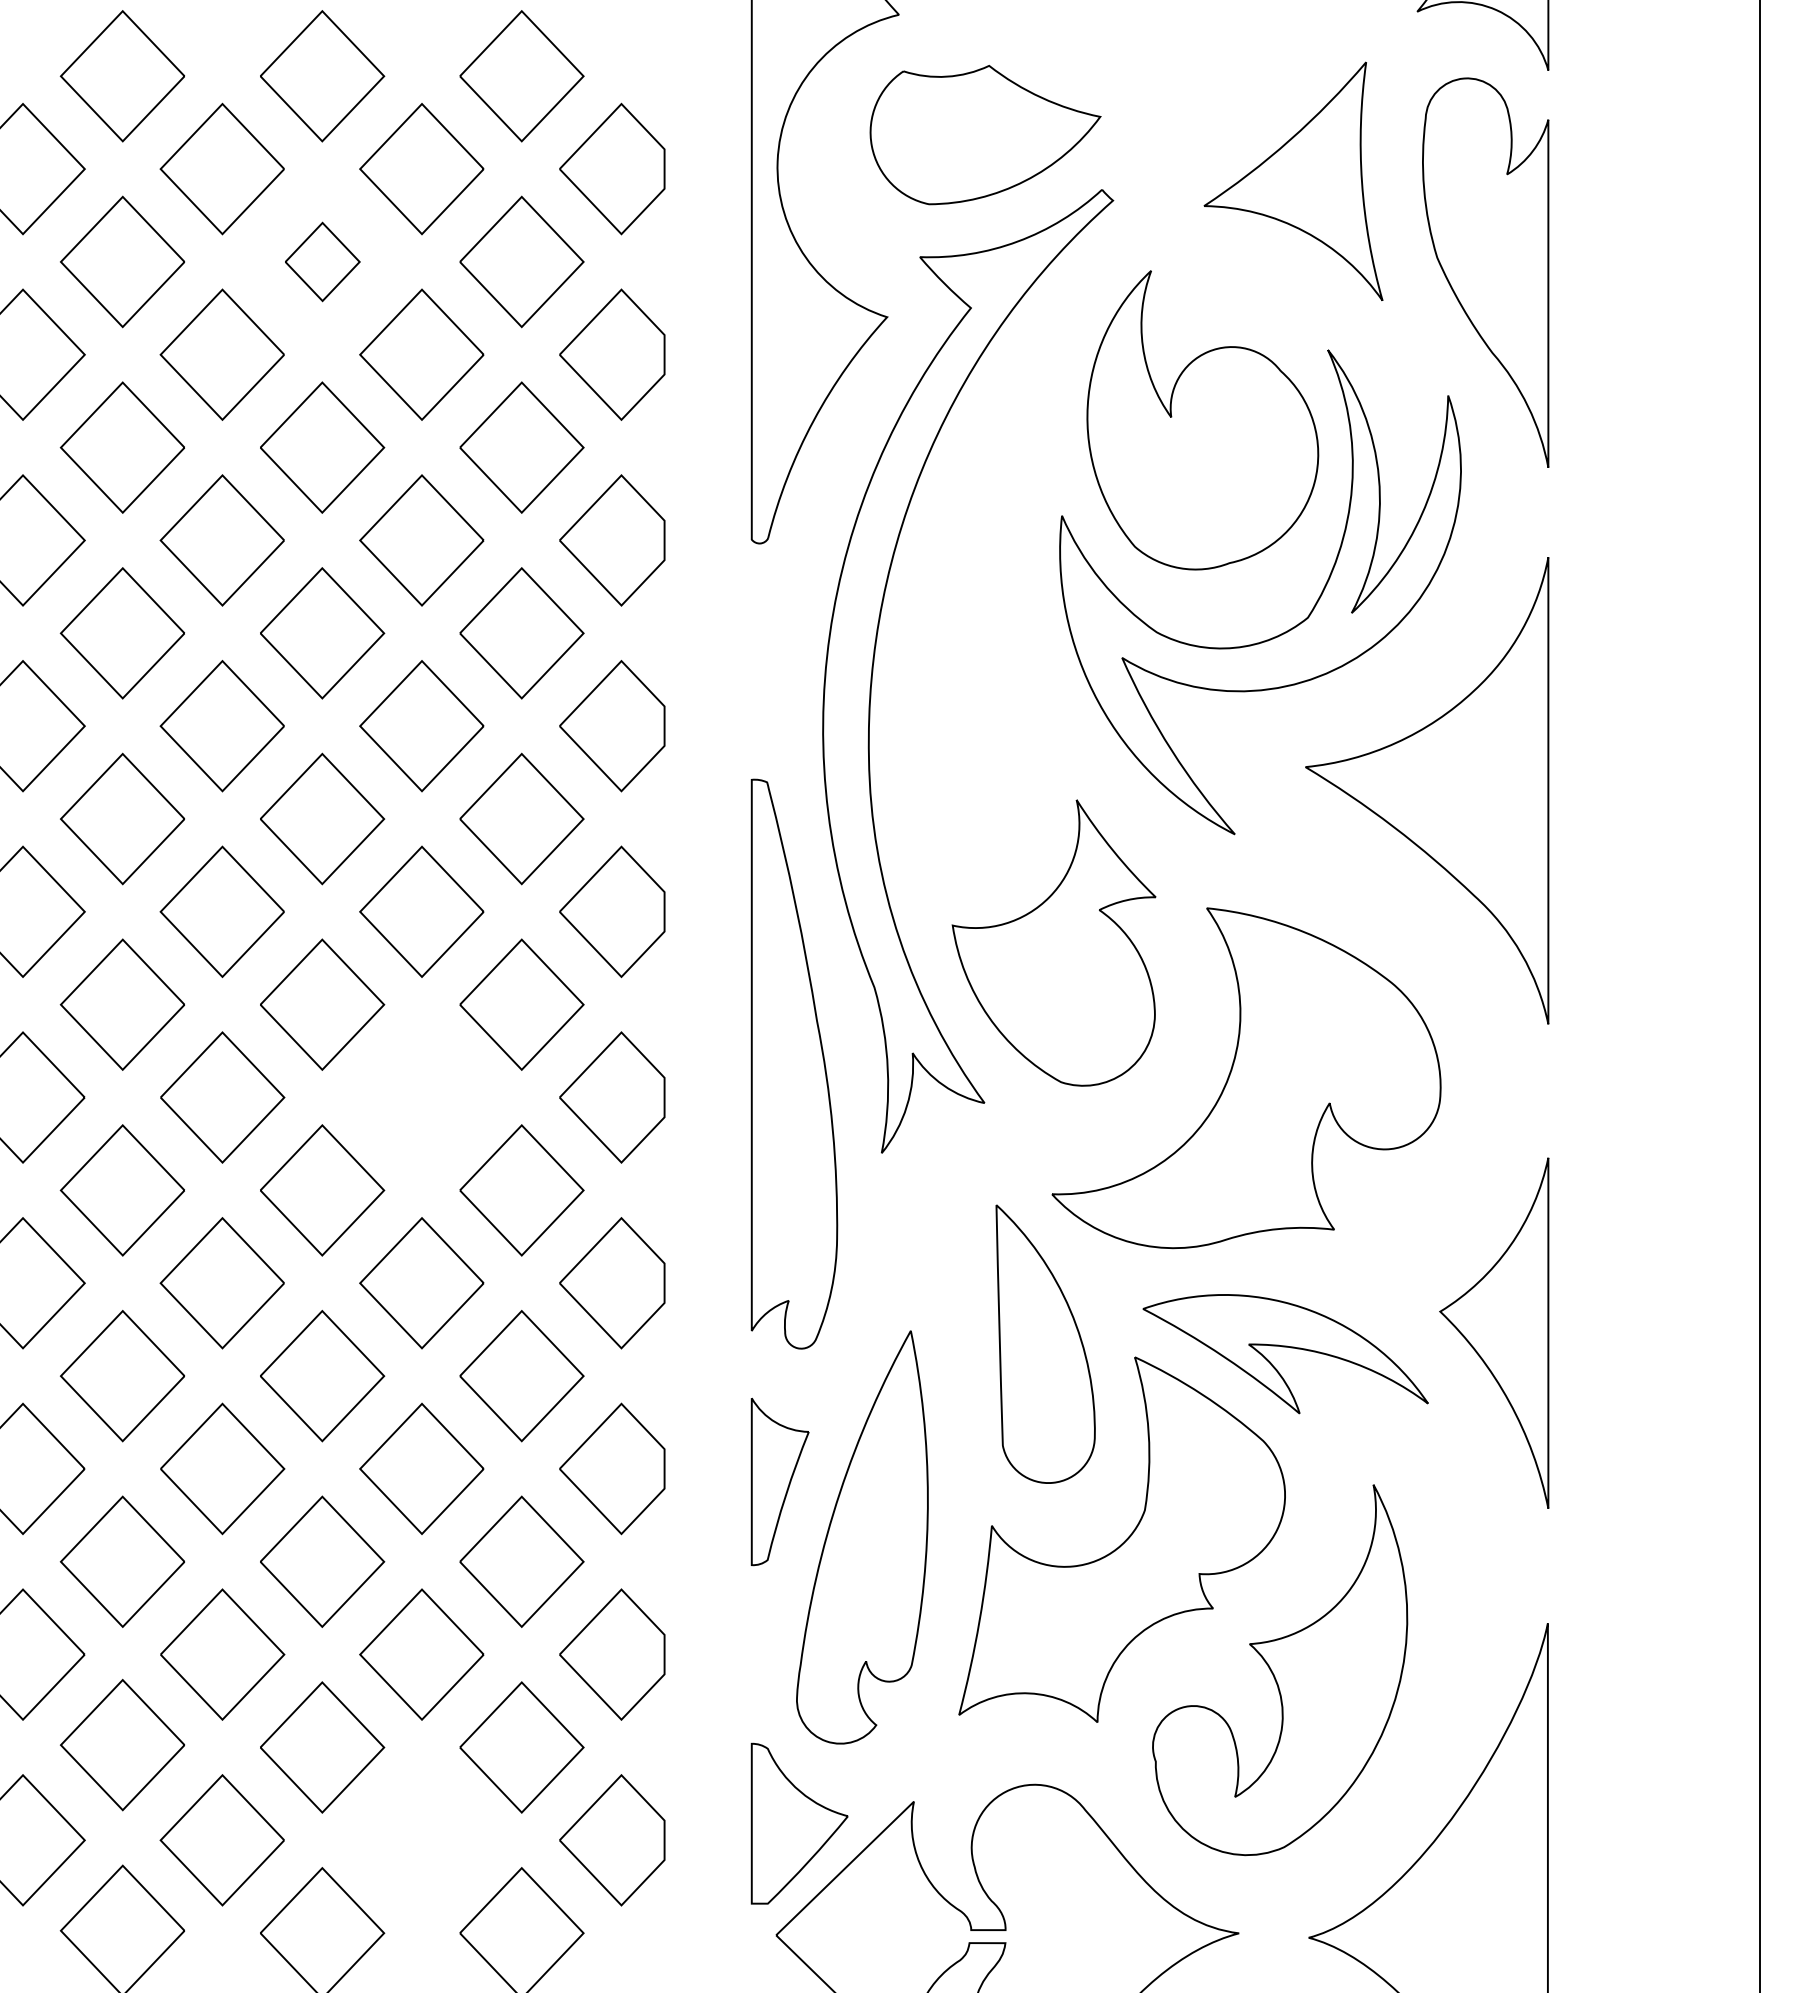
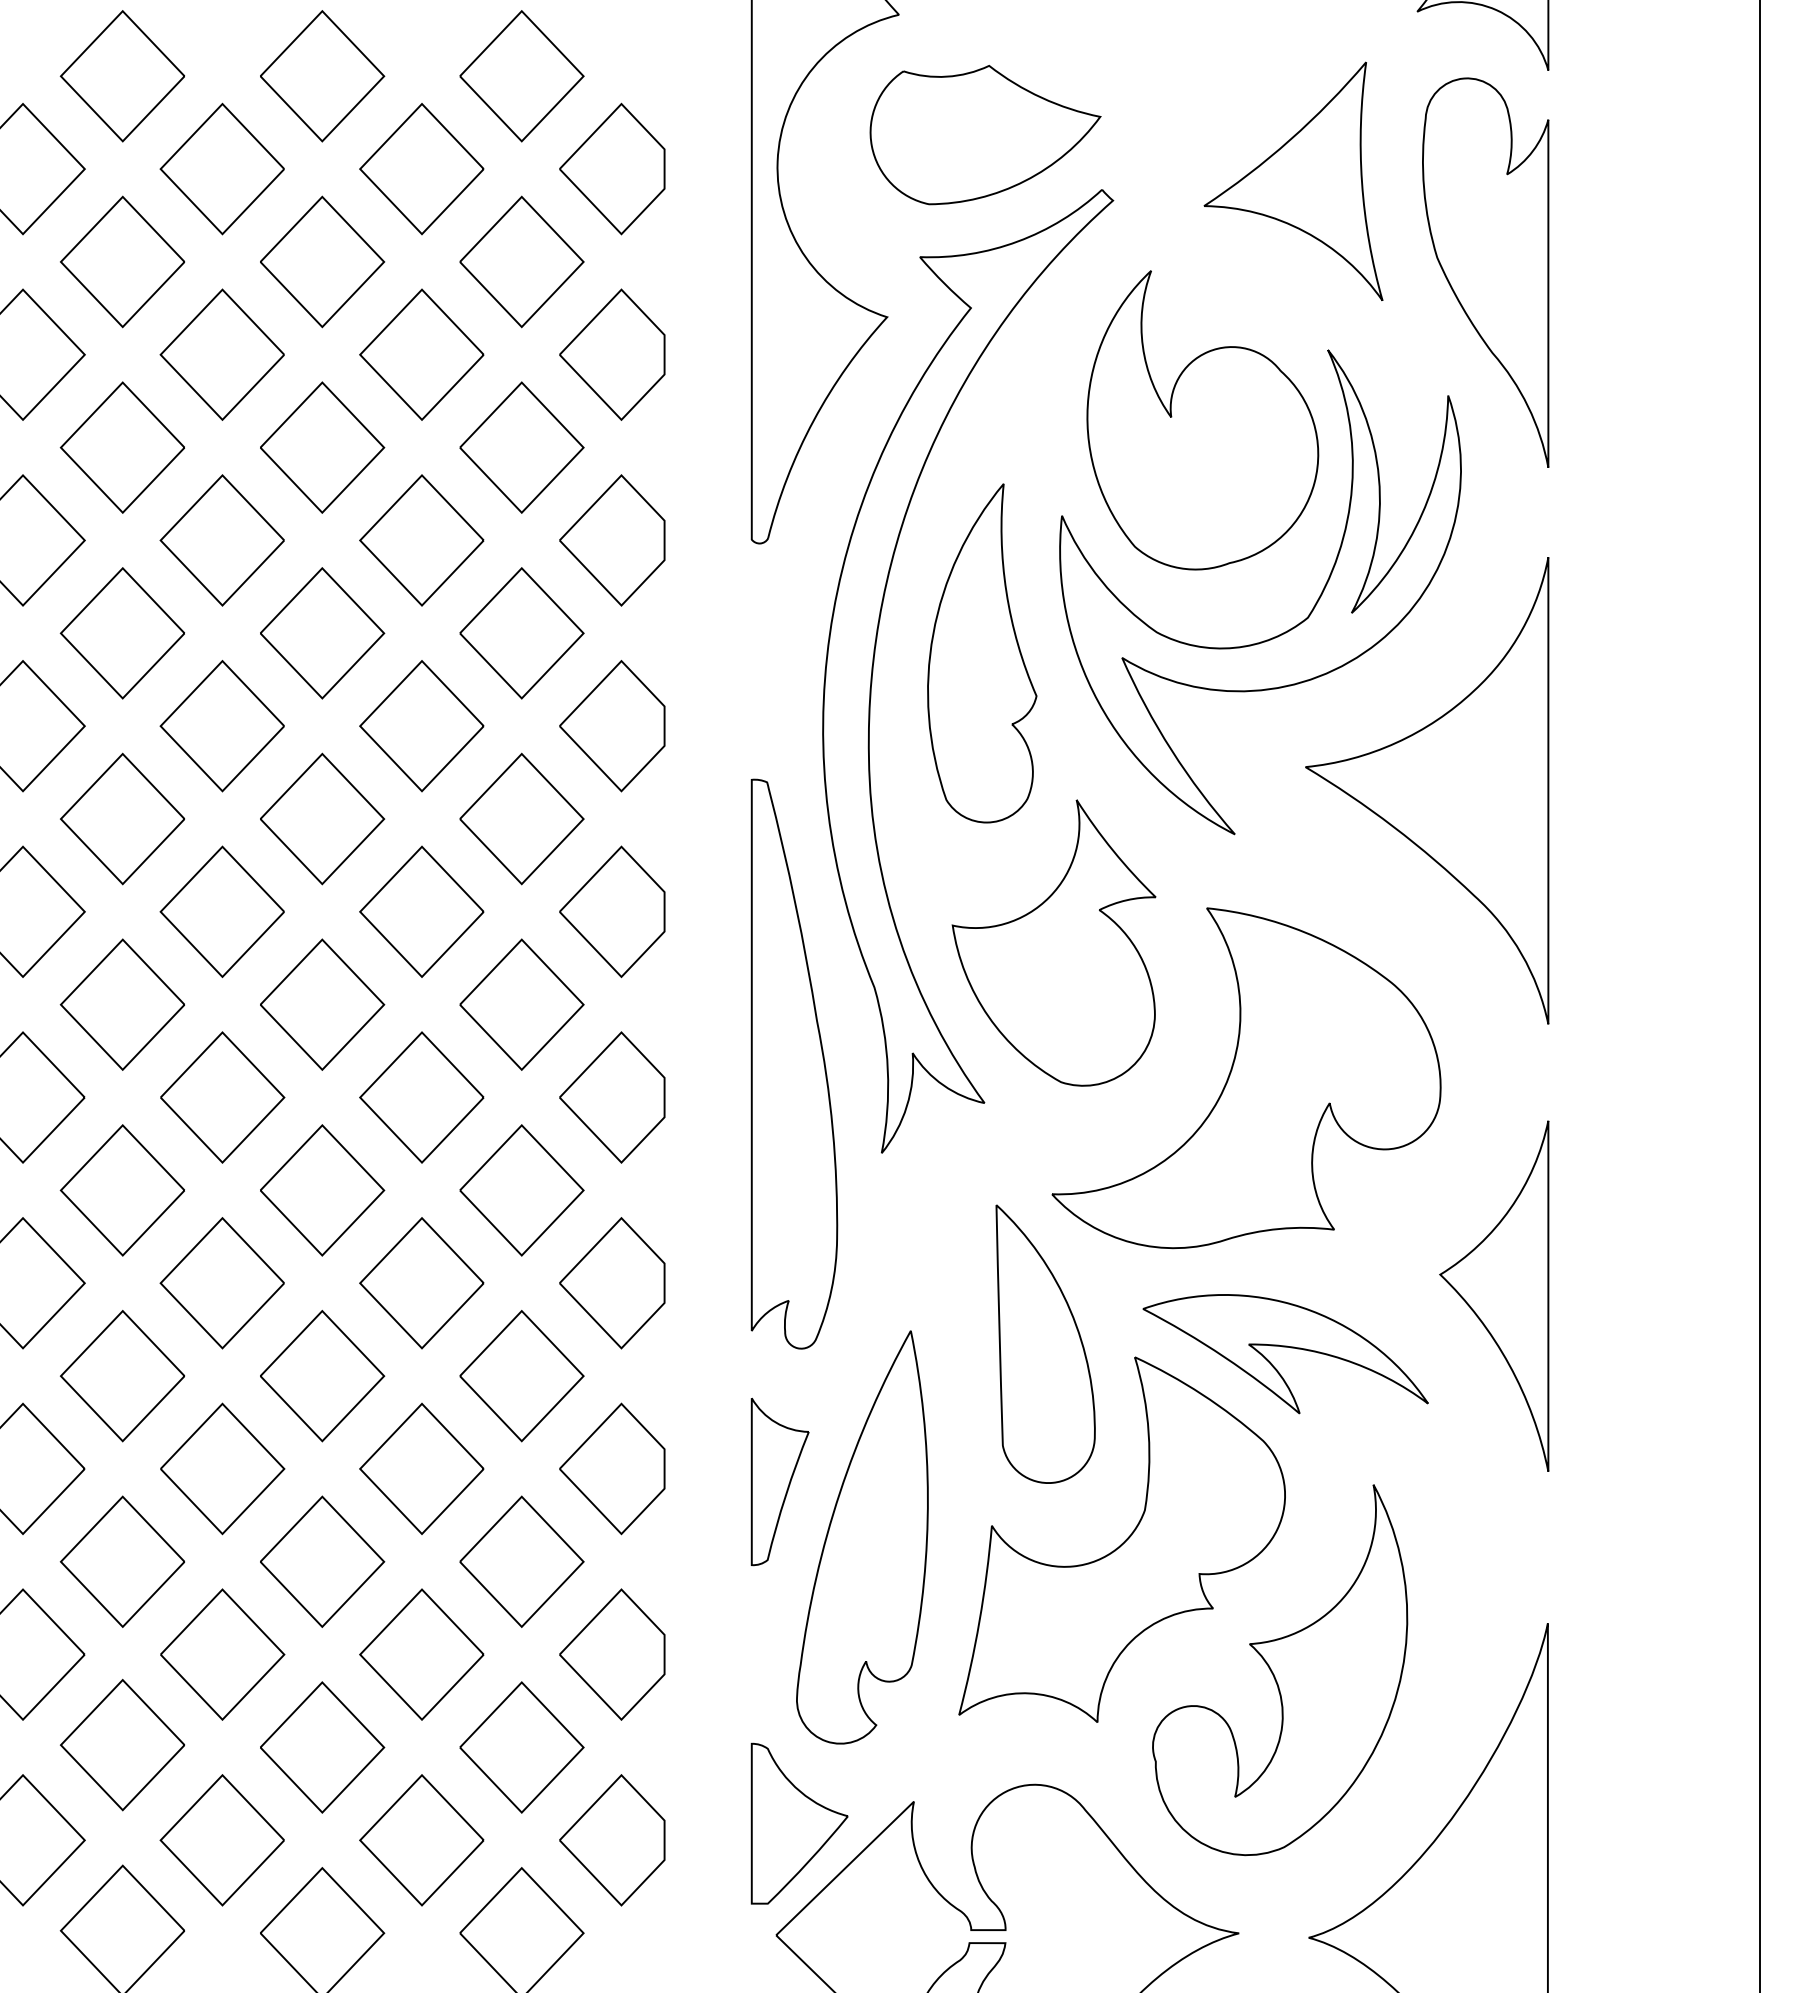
part at (322, 261) size: 76x82 px -> 126x134 px
part at (982, 653): none -> present
part at (421, 1097): none -> present
part at (1494, 1332) position: (1494, 1332) -> (1494, 1295)
part at (421, 1840): none -> present
